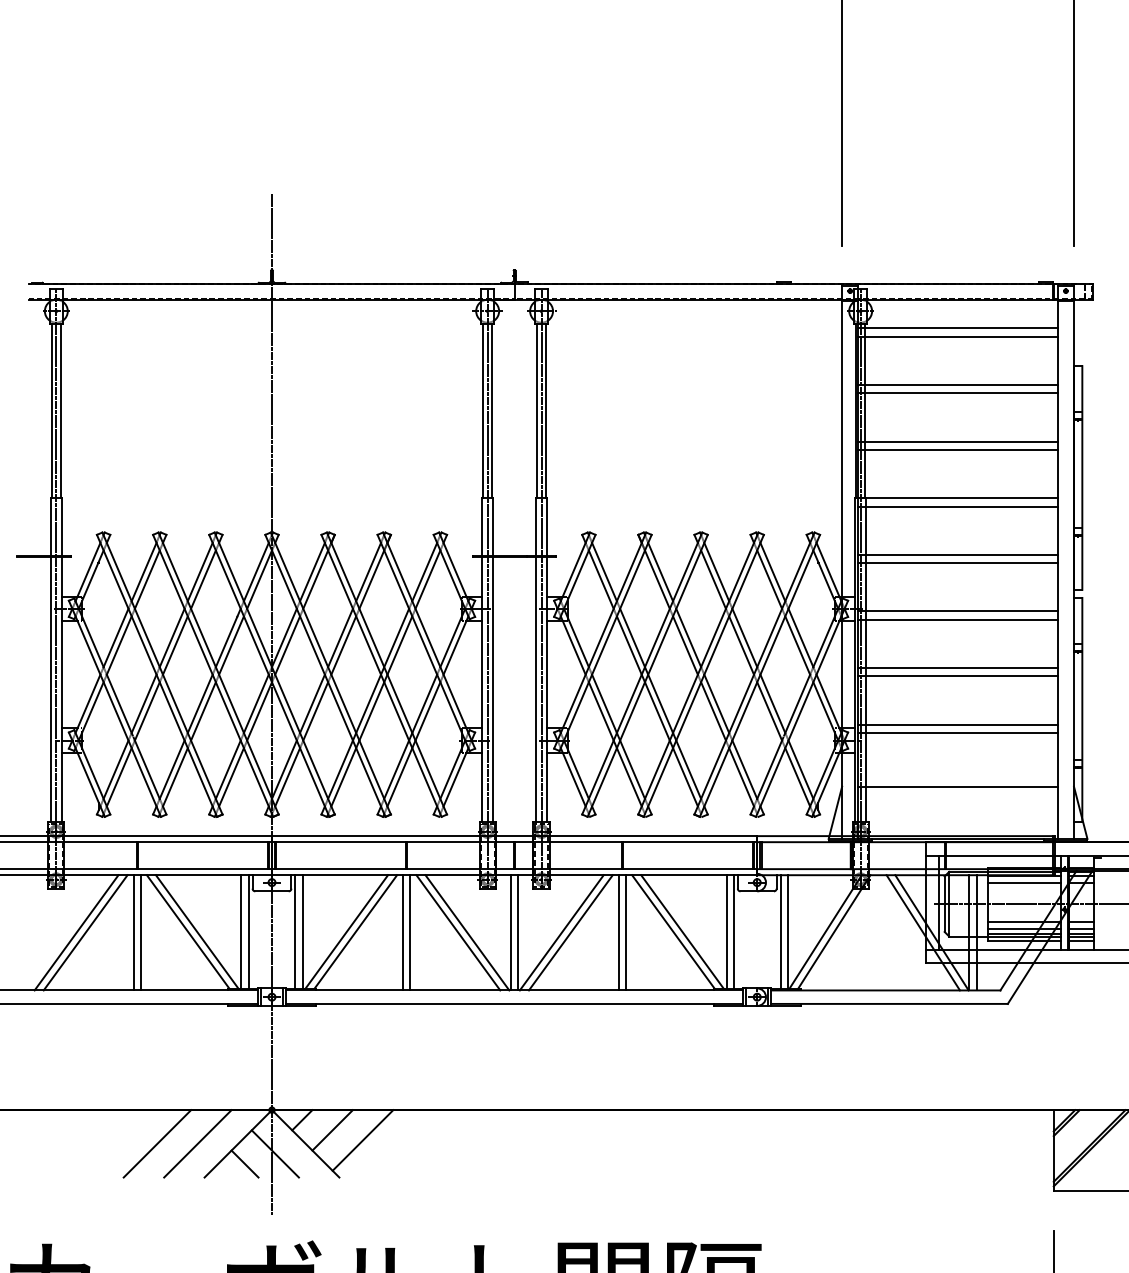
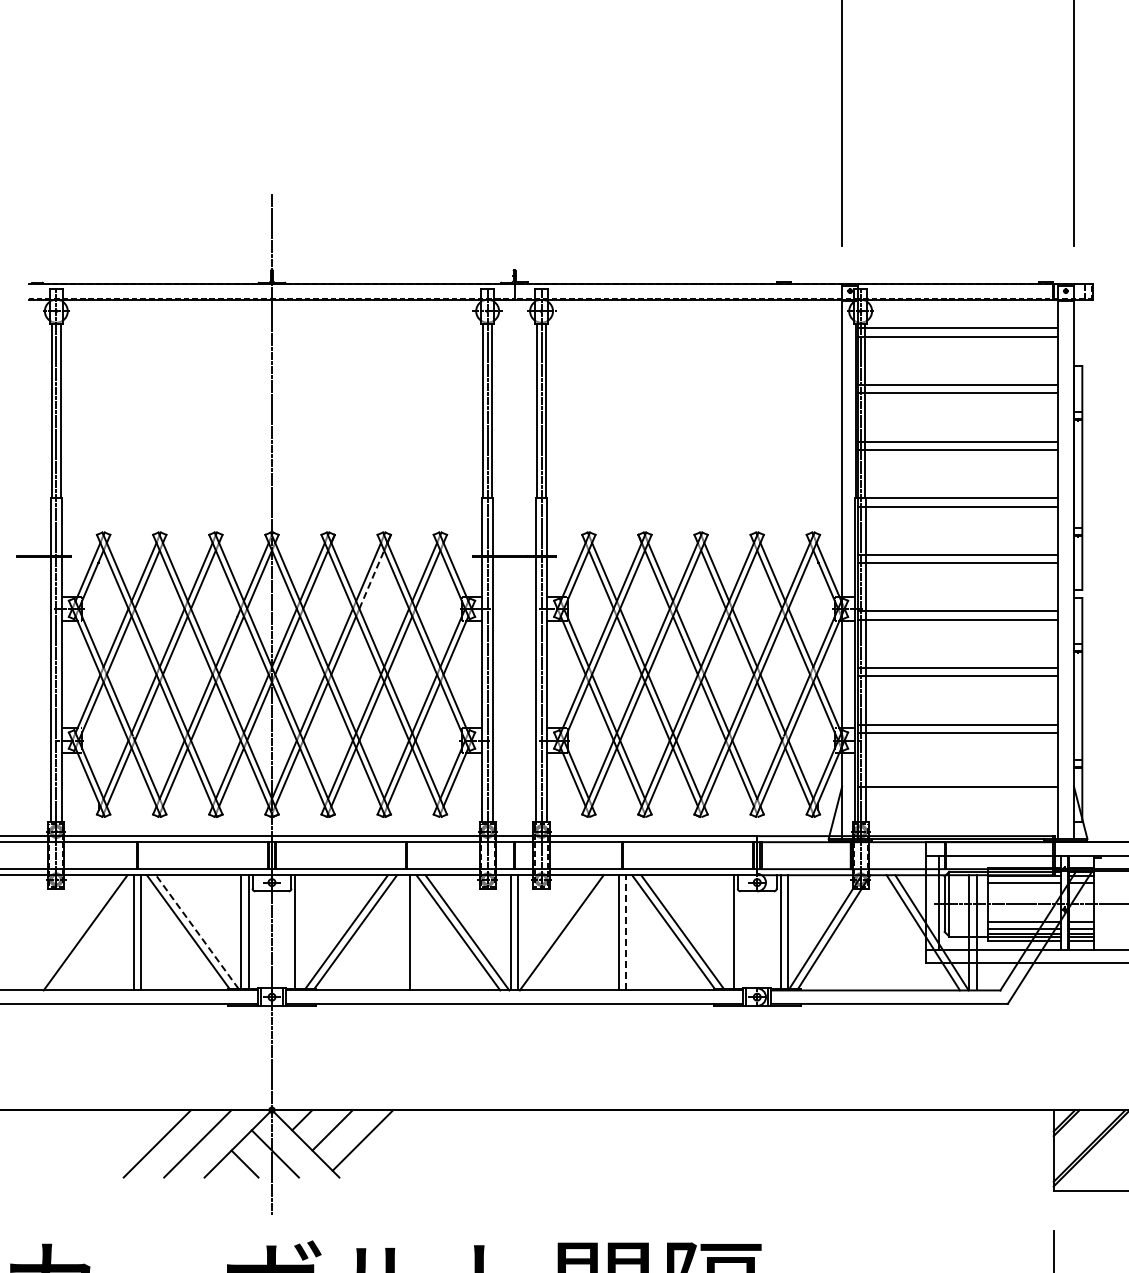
line at (371, 579): solid -> dashed
line at (196, 931): solid -> dashed
line at (302, 931): present -> none
line at (726, 931): present -> none
line at (76, 932): present -> none
line at (403, 932): present -> none
line at (570, 932): present -> none
line at (626, 932): solid -> dashed
